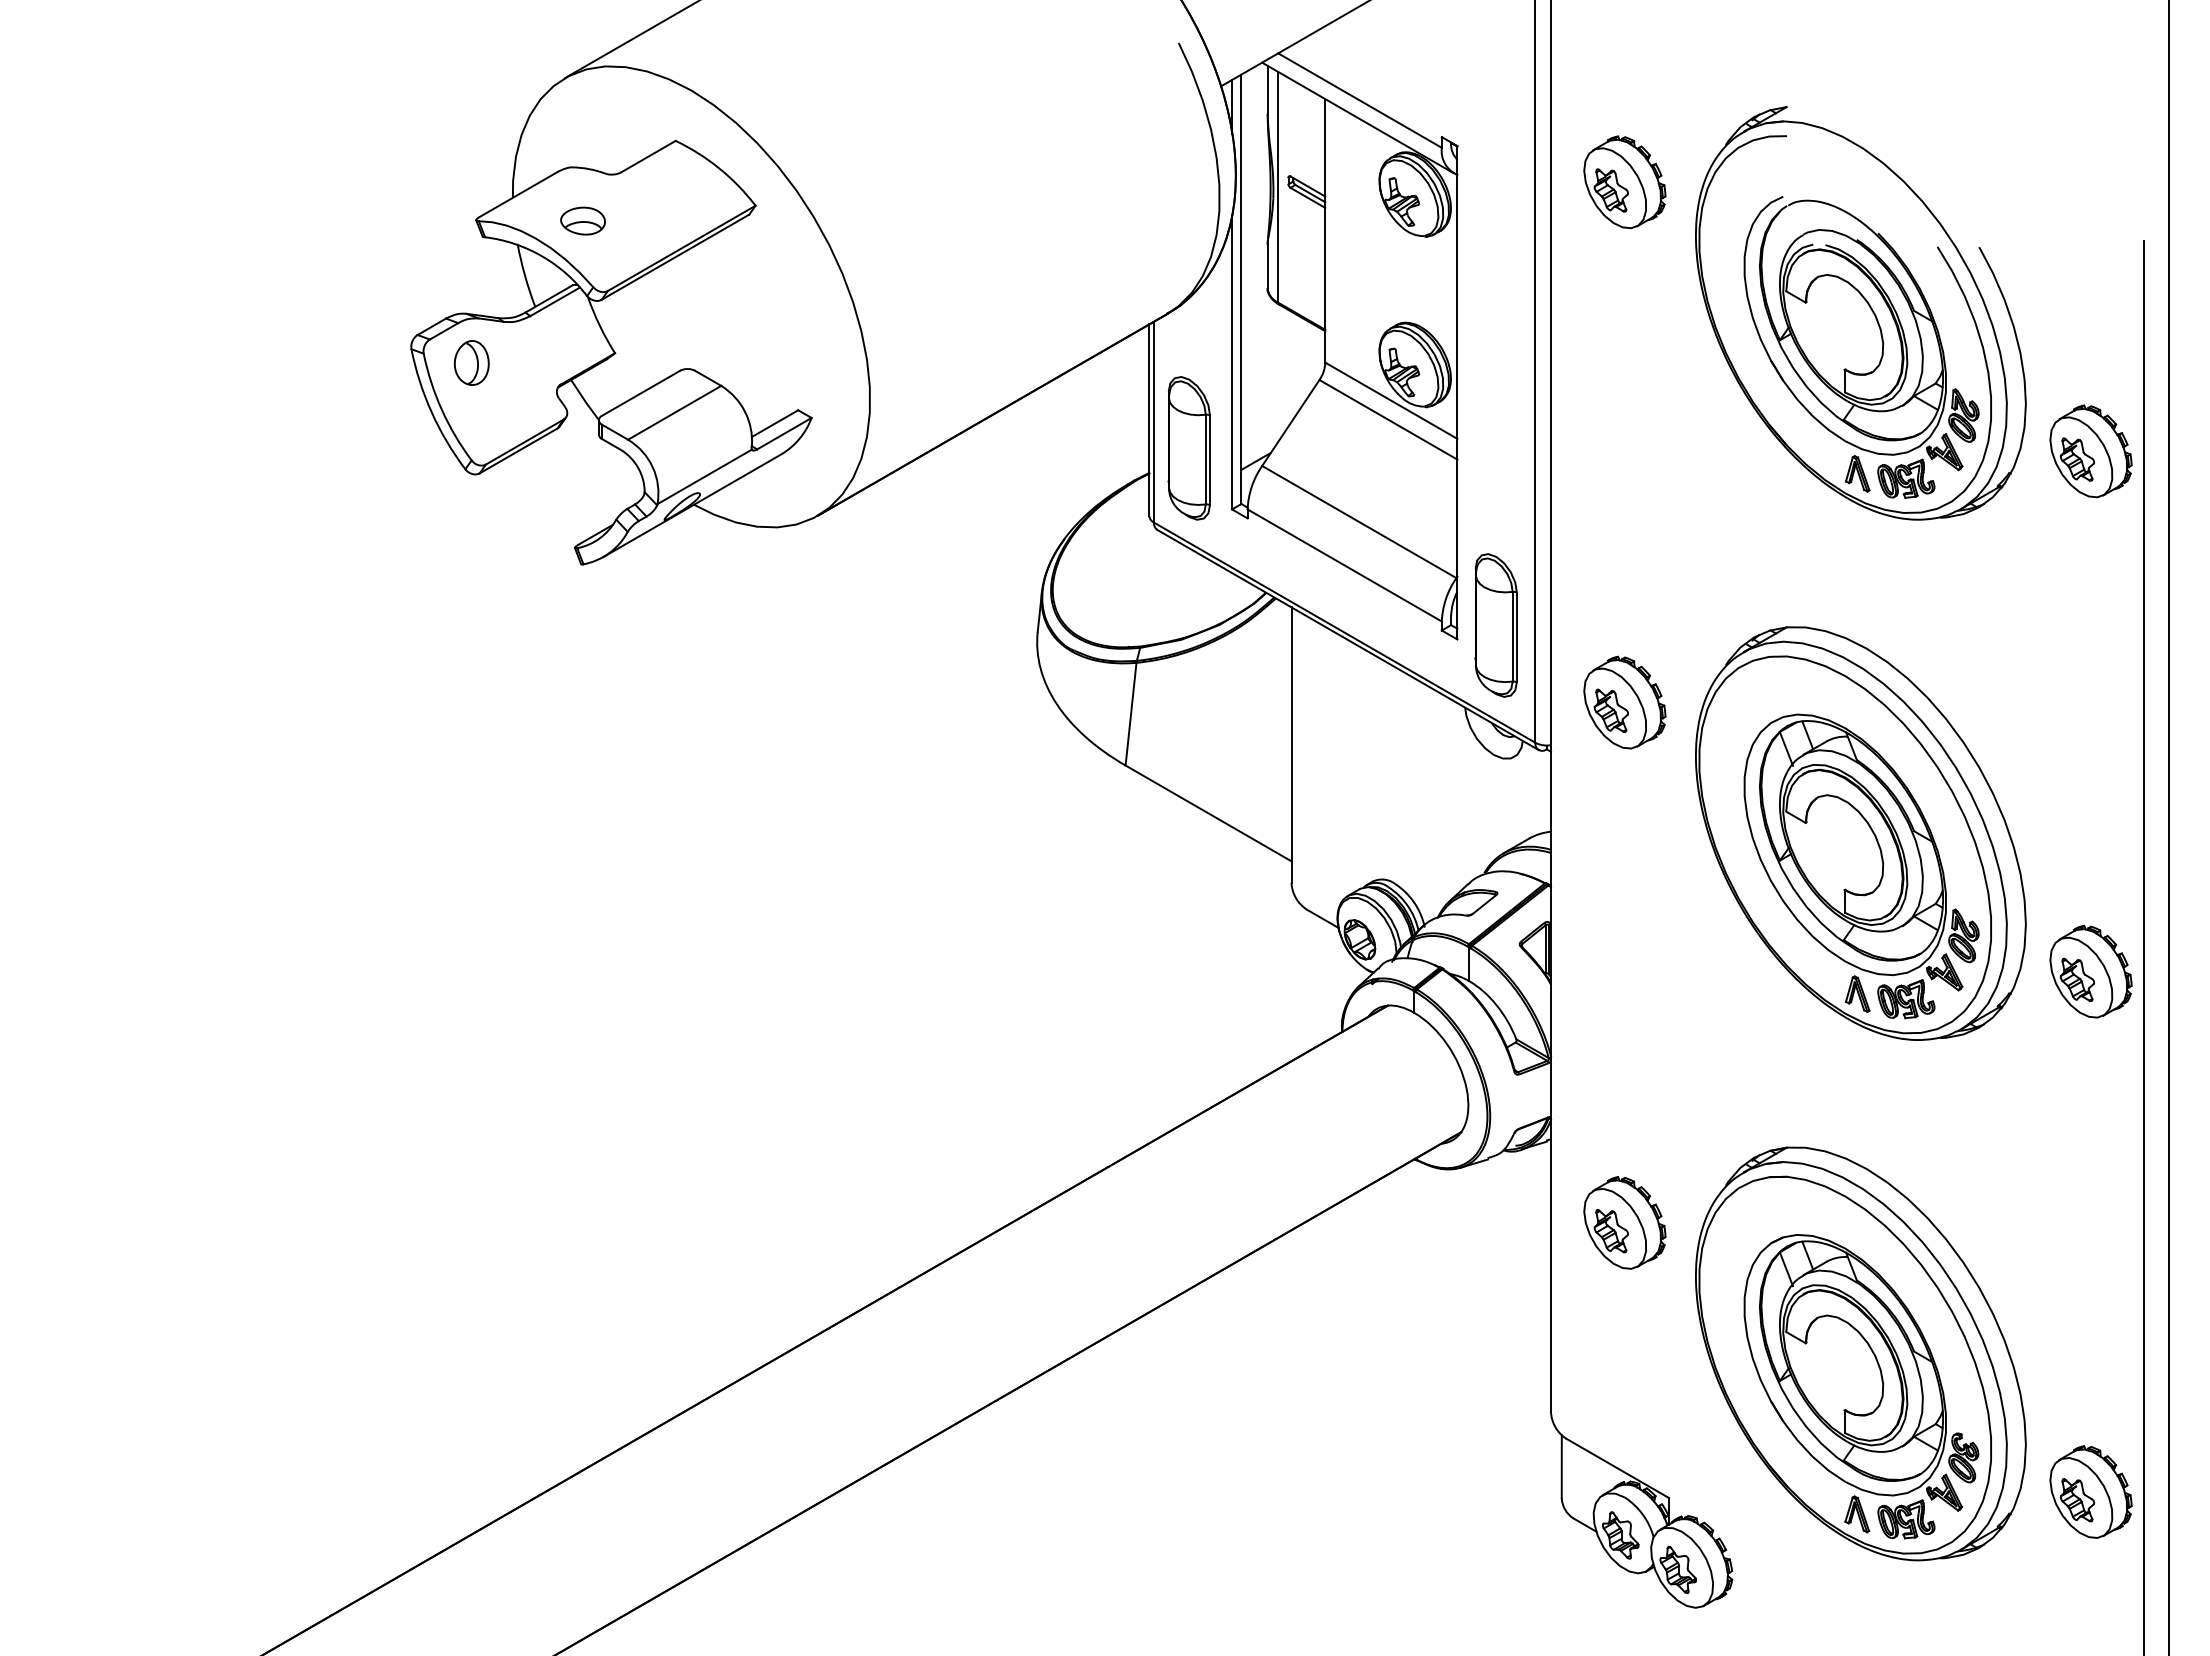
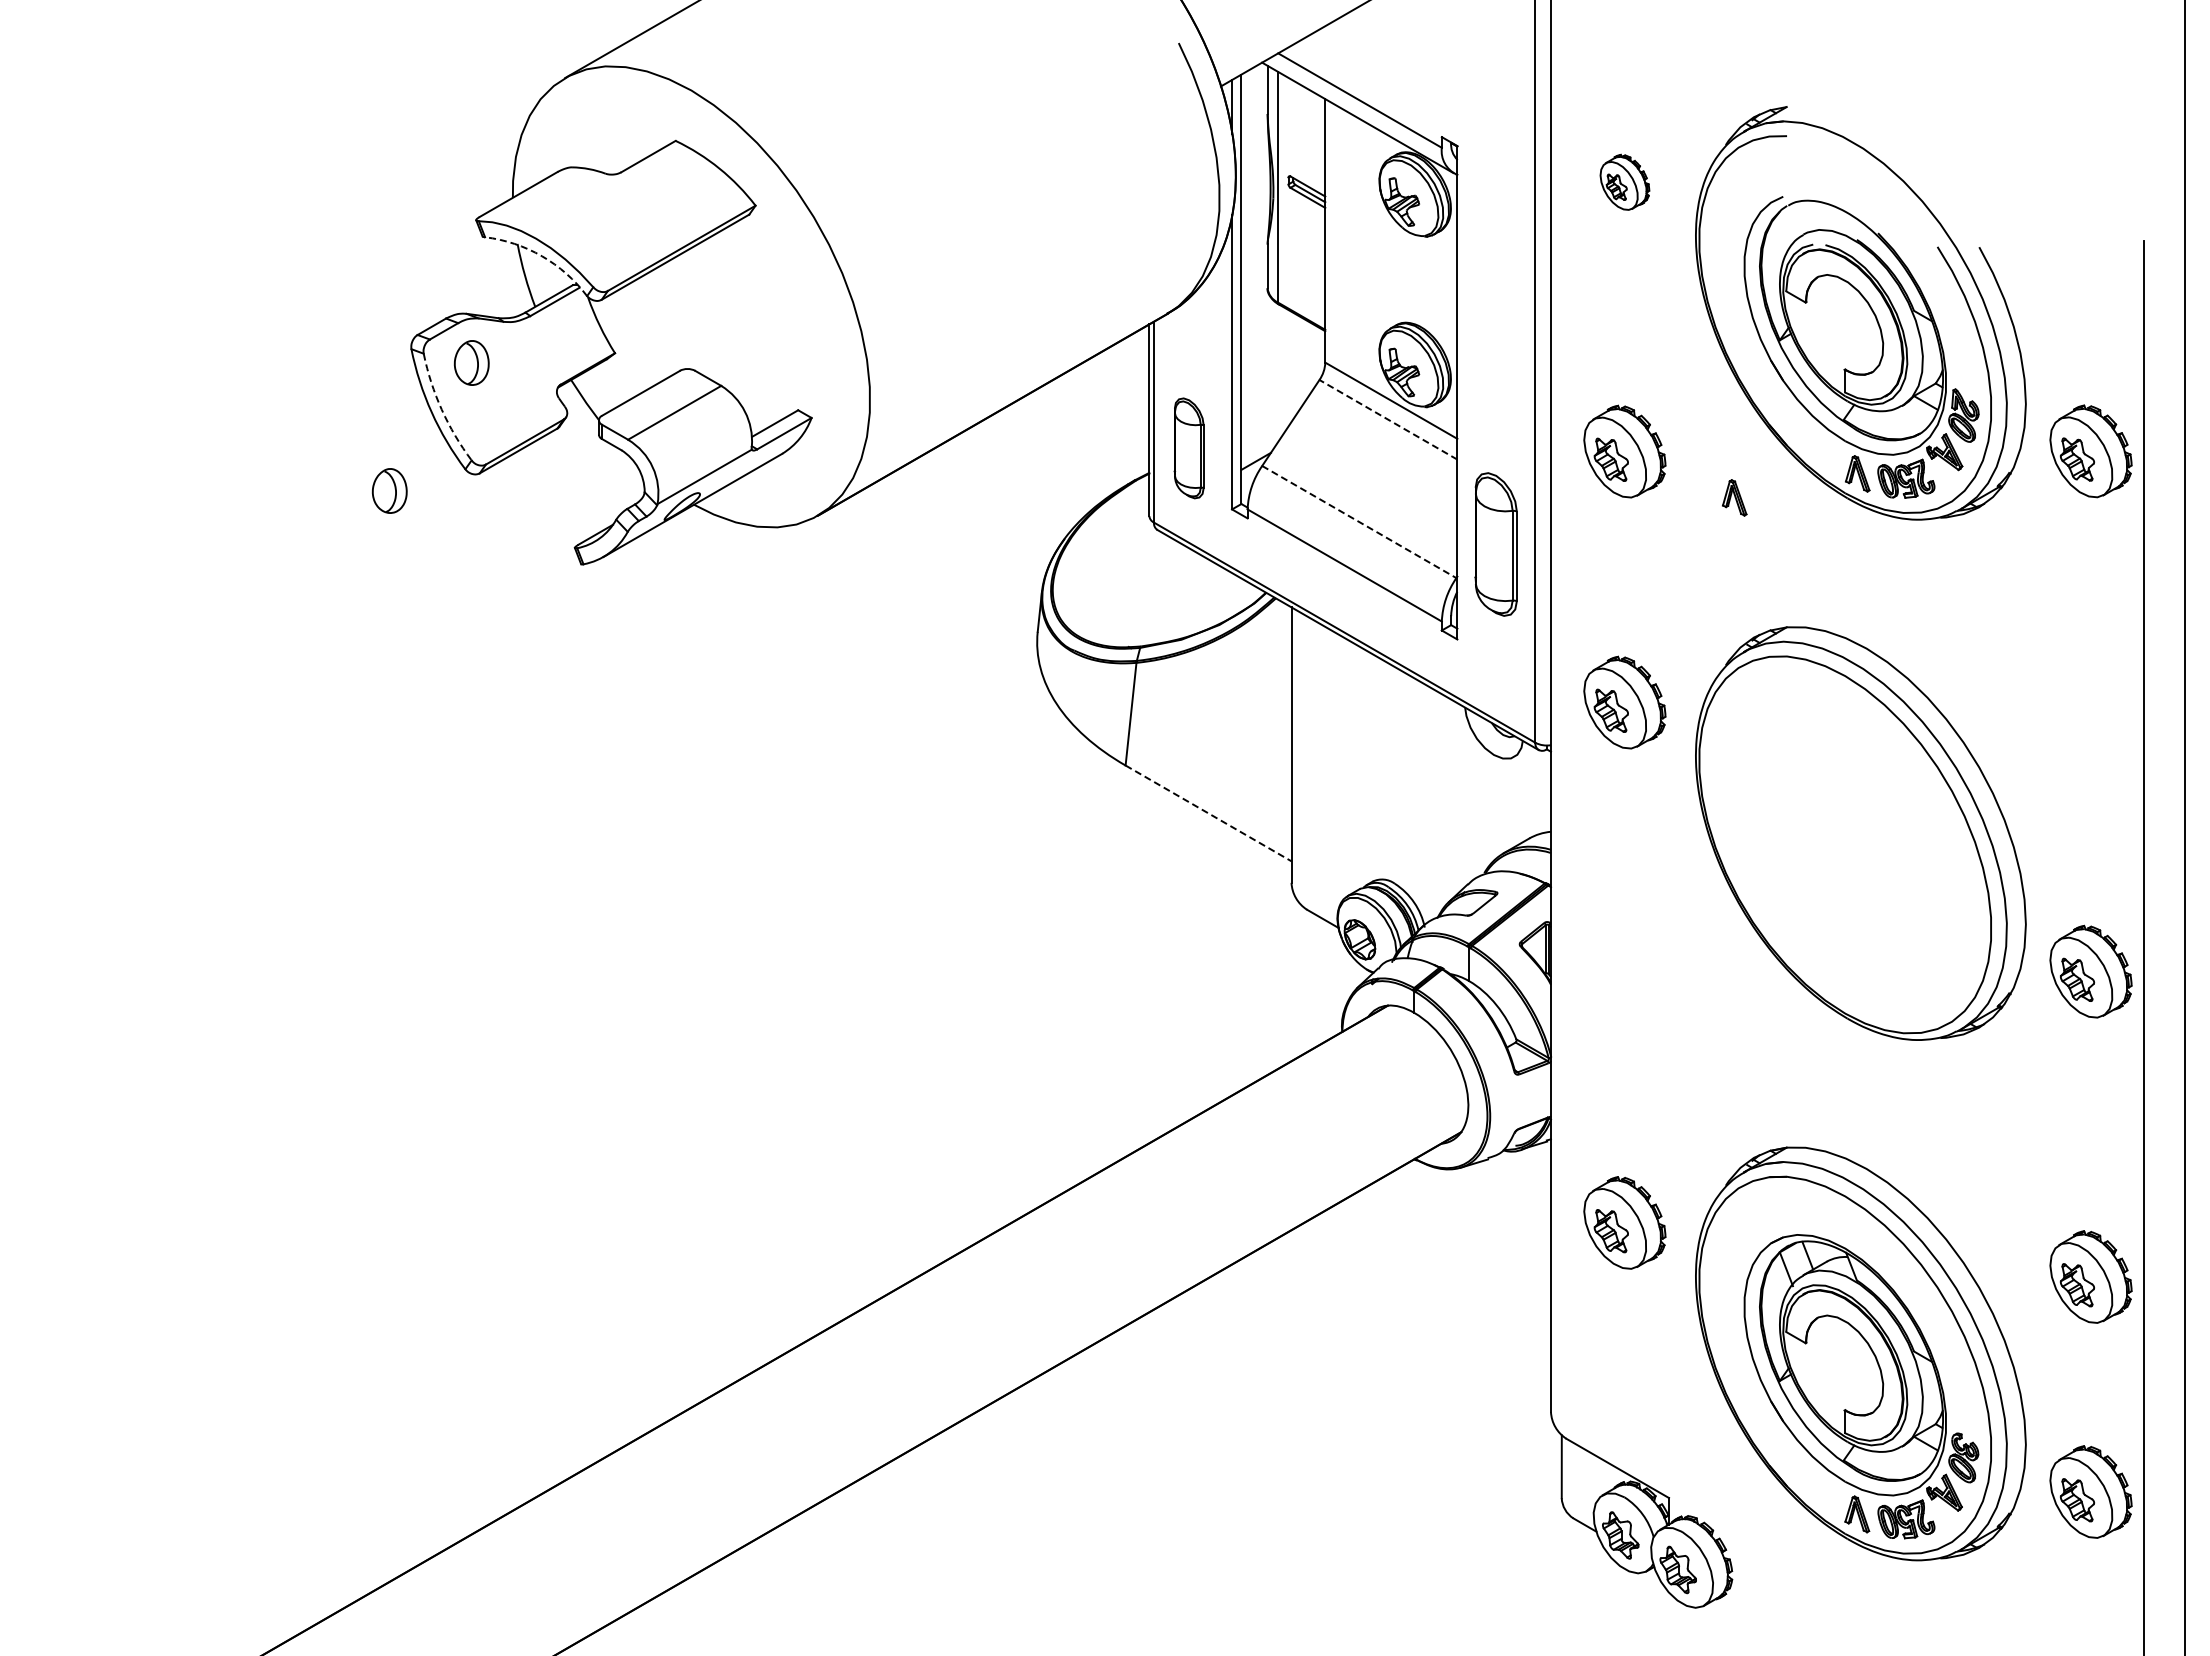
part at (1624, 182) size: 84x95 px -> 52x58 px
part at (582, 220): present -> none
arc at (542, 256): solid -> dashed
arc at (441, 409): solid -> dashed
line at (1388, 419): solid -> dashed
part at (1188, 448) size: 44x145 px -> 32x103 px
part at (1624, 451): none -> present
part at (389, 490): none -> present
part at (1734, 497): none -> present
line at (1359, 522): solid -> dashed
part at (1495, 625) position: (1495, 625) -> (1495, 544)
line at (1208, 813): solid -> dashed
line at (2169, 827) position: (2169, 827) -> (2185, 827)
part at (1861, 866): present -> none
part at (2090, 1276): none -> present
